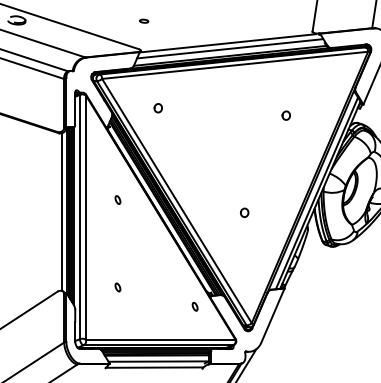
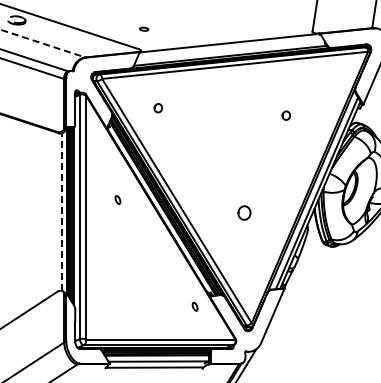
part at (144, 20) position: (144, 20) -> (144, 28)
line at (43, 43): solid -> dashed
line at (230, 48): present -> none
line at (61, 212): solid -> dashed
part at (244, 212) size: 10x11 px -> 15x16 px
part at (117, 287): present -> none
